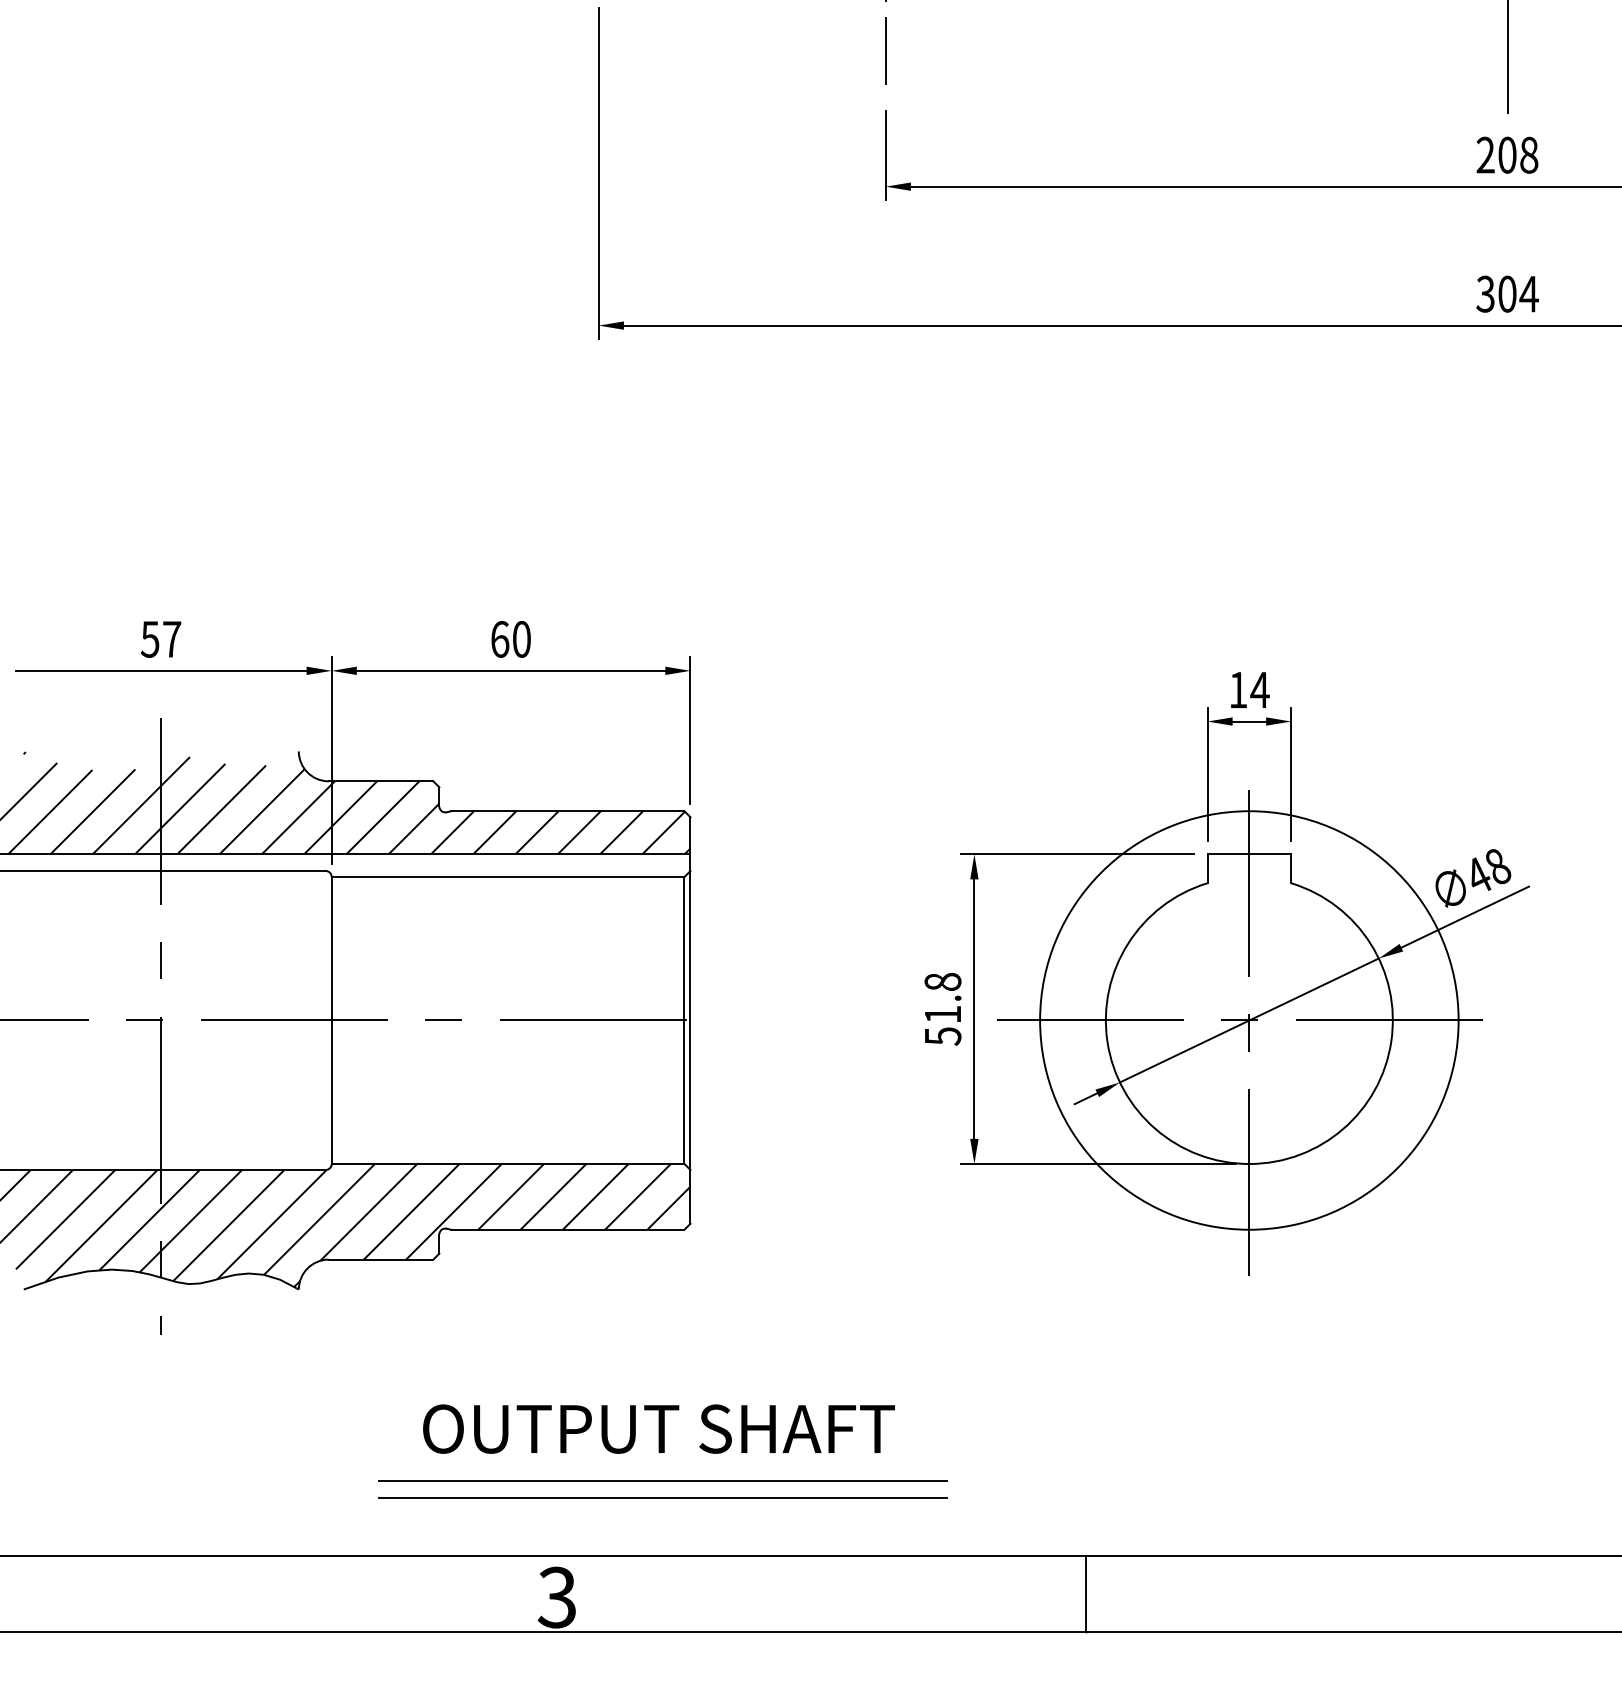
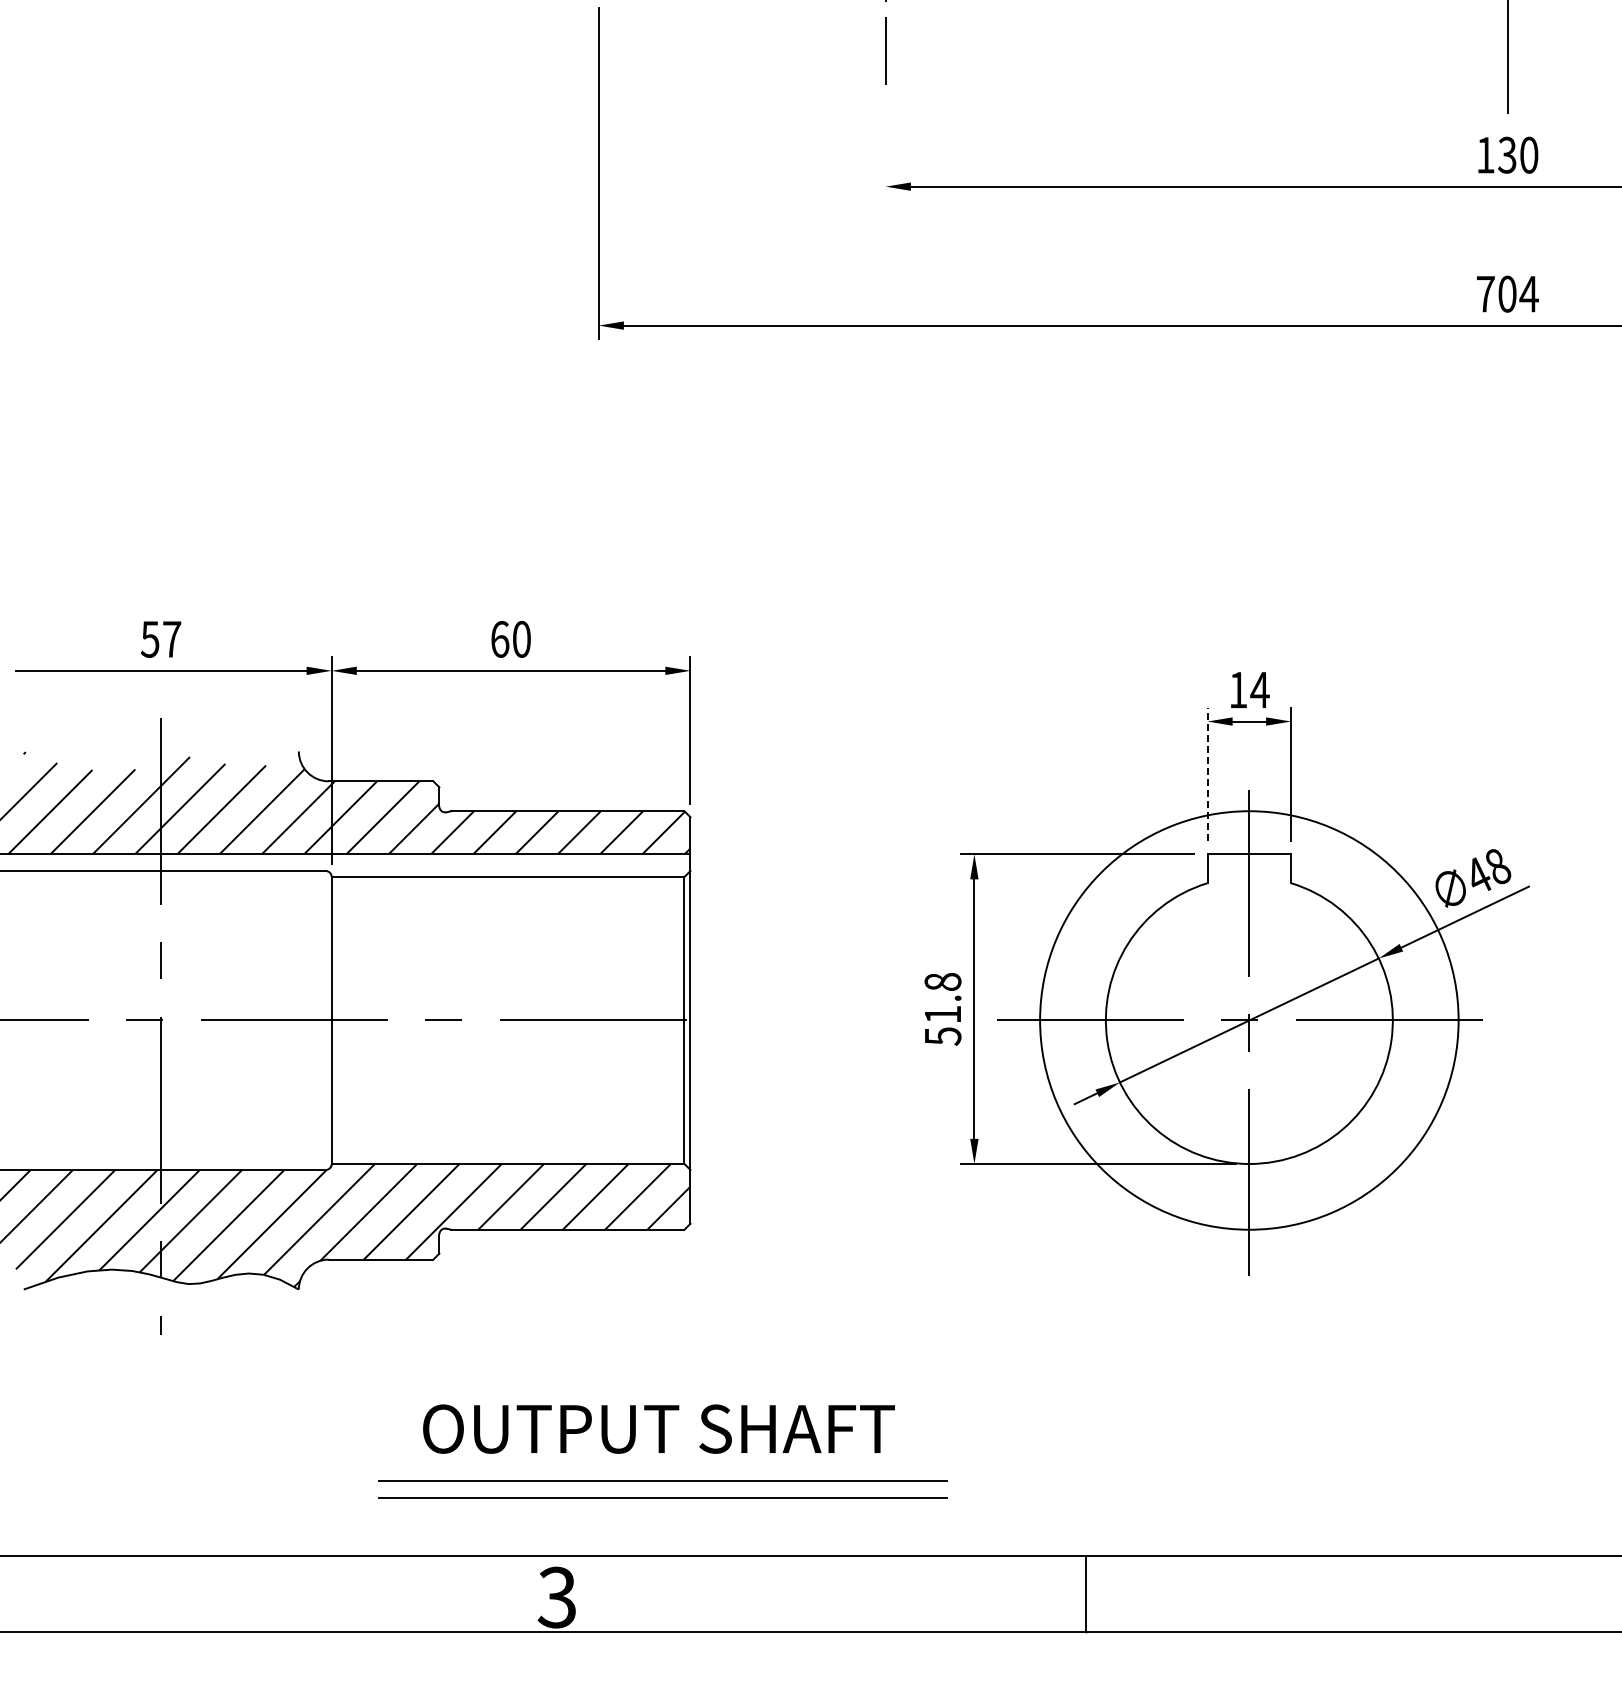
text at (1507, 154): 208 -> 130
line at (885, 155): present -> none
text at (1485, 293): 304 -> 704
line at (1207, 773): solid -> dashed
